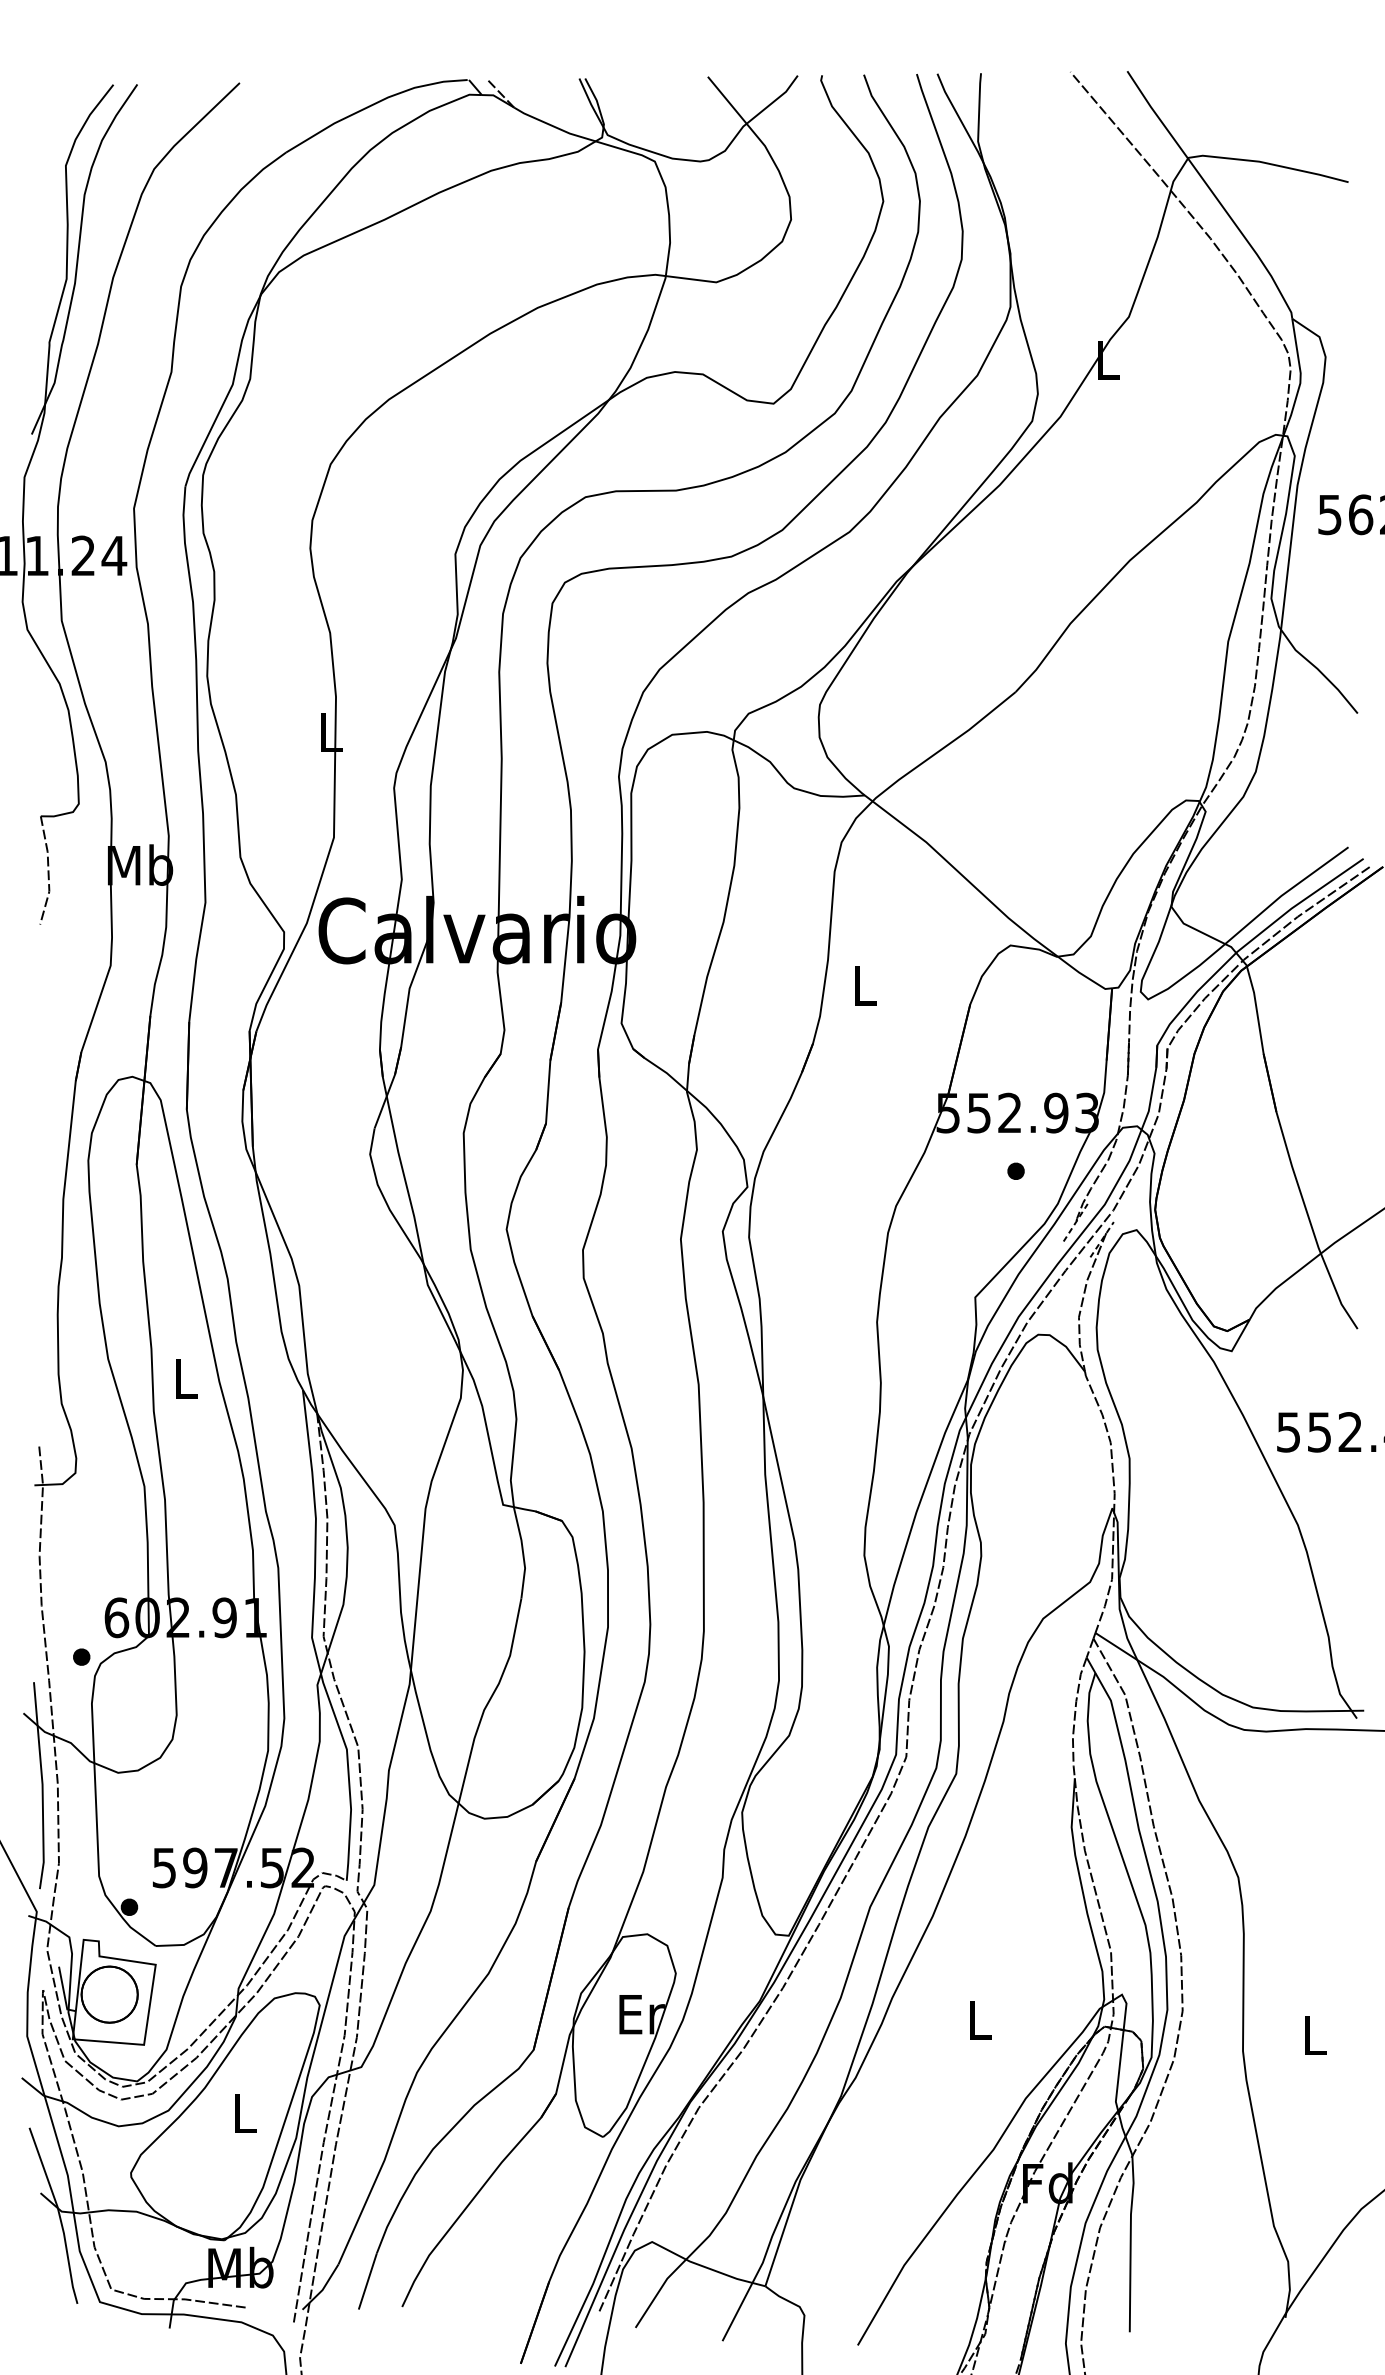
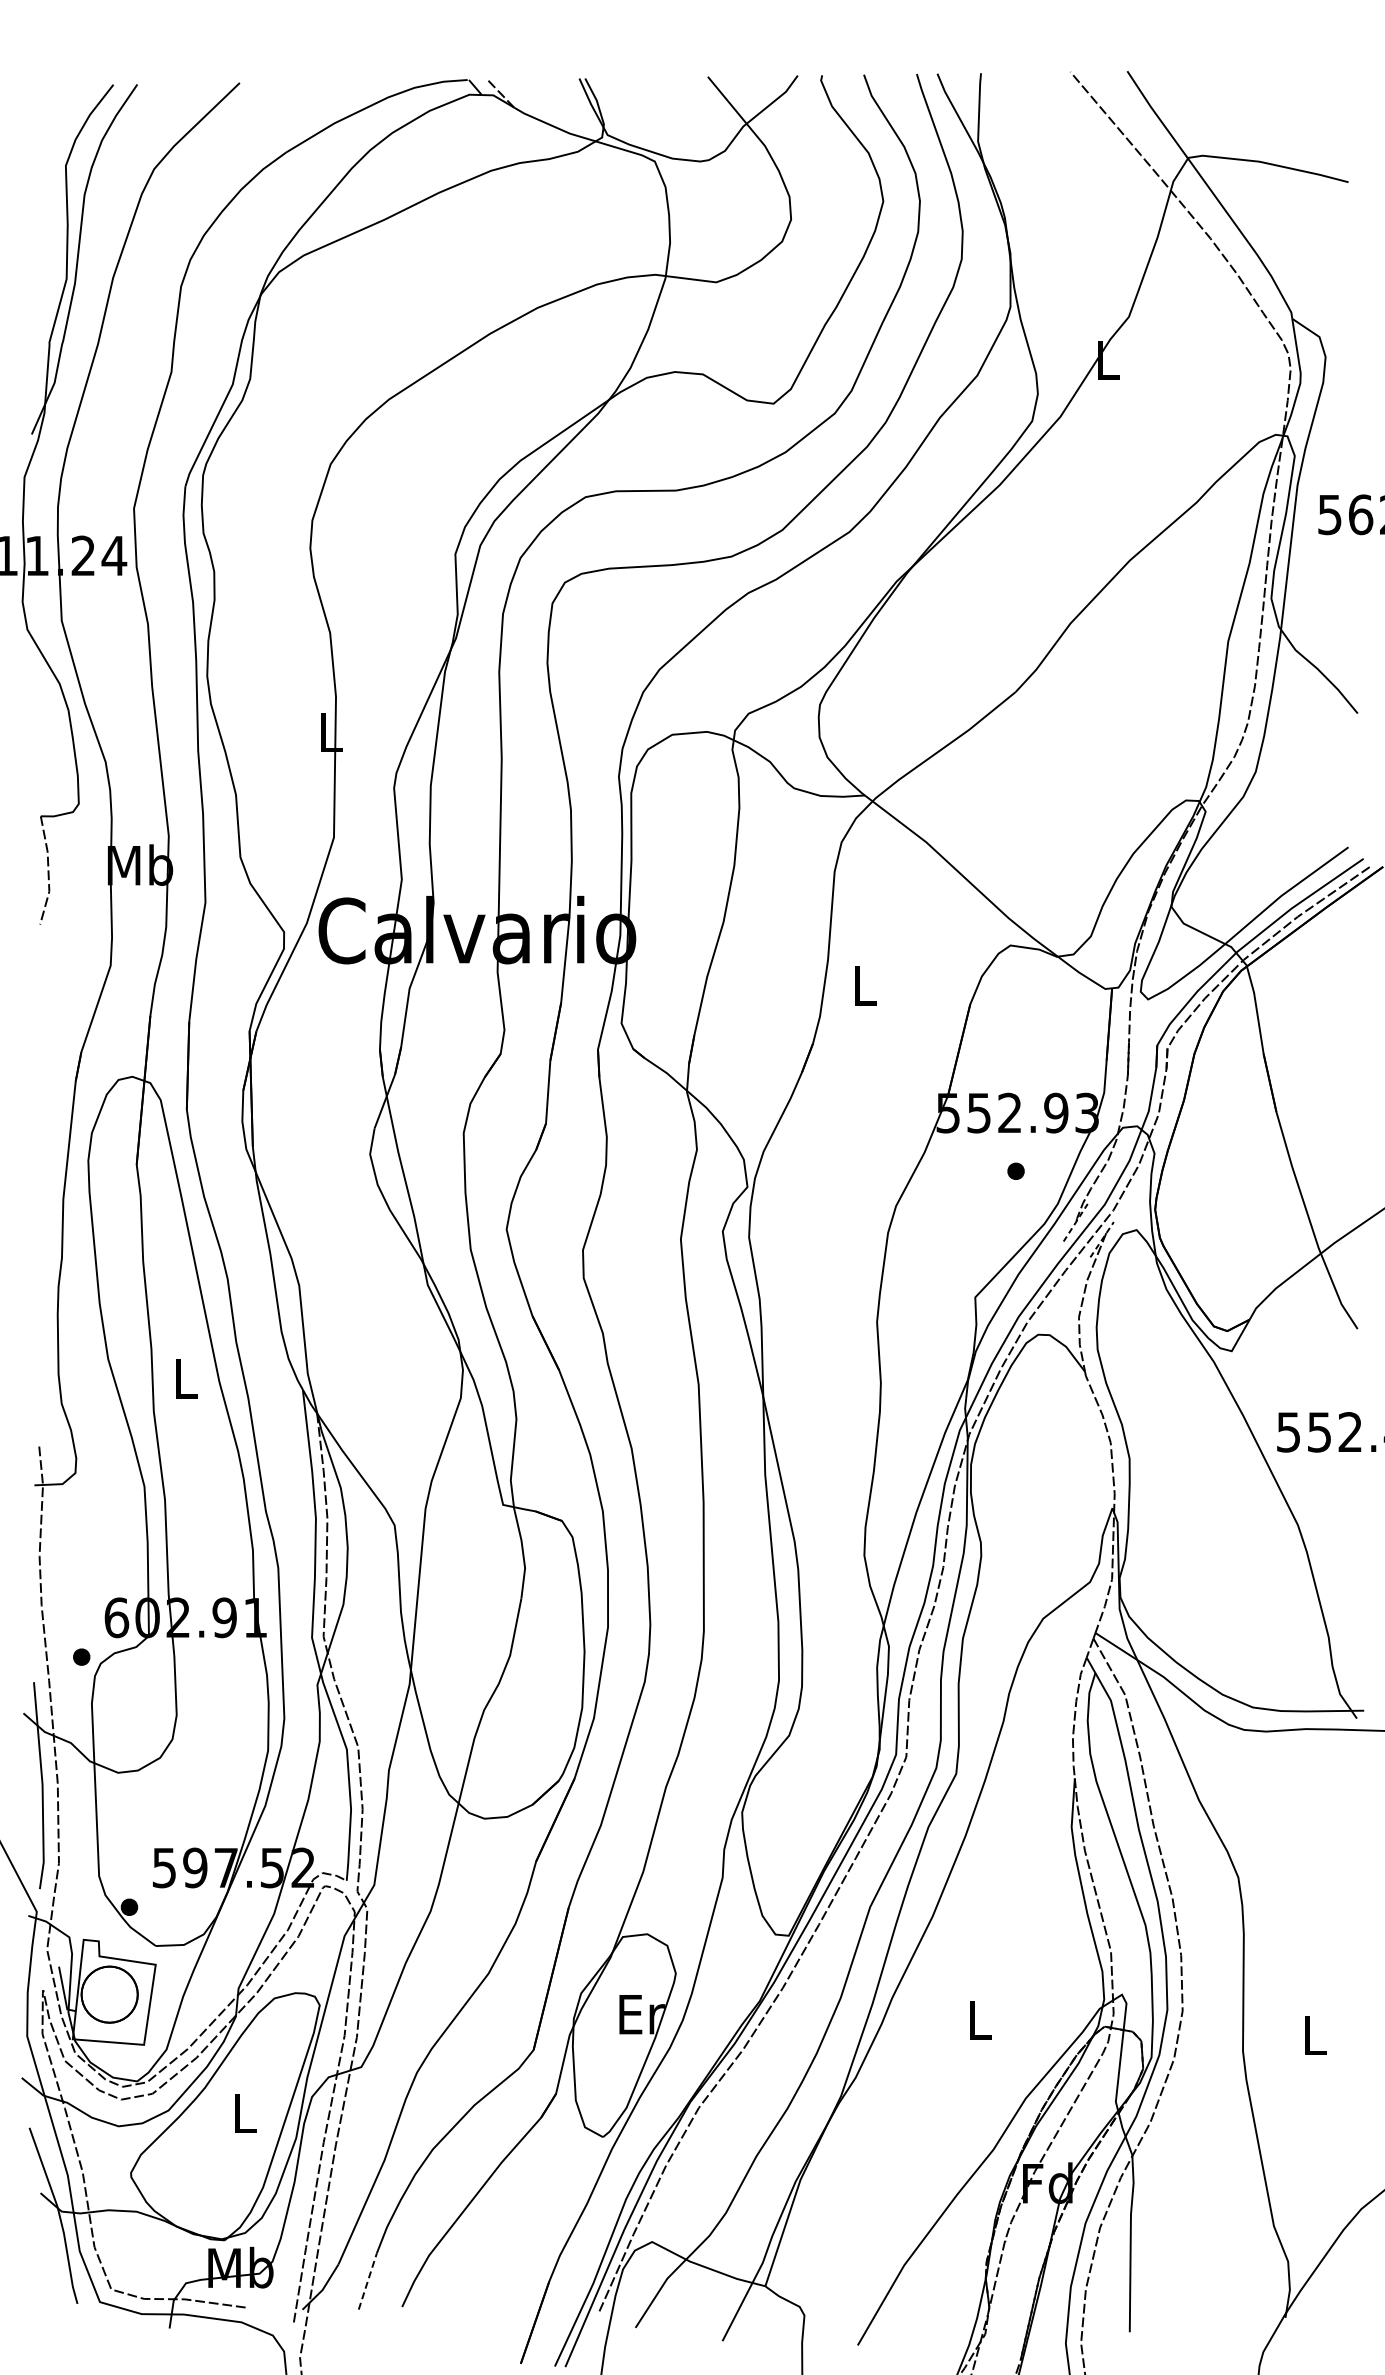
line at (367, 2281): solid -> dashed
